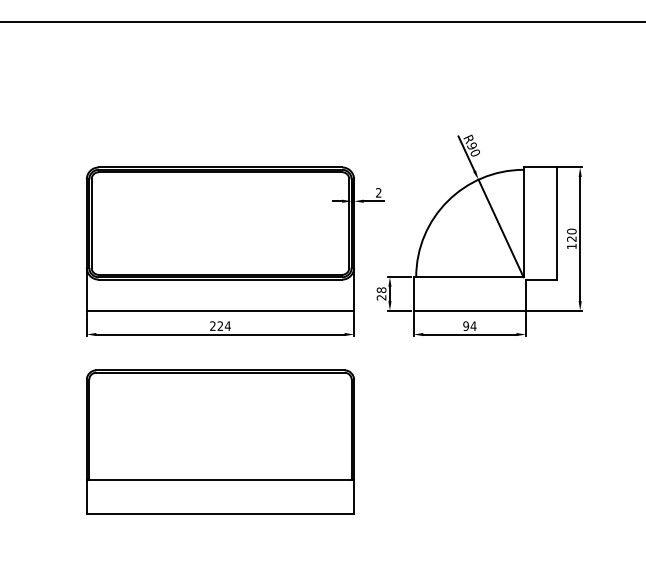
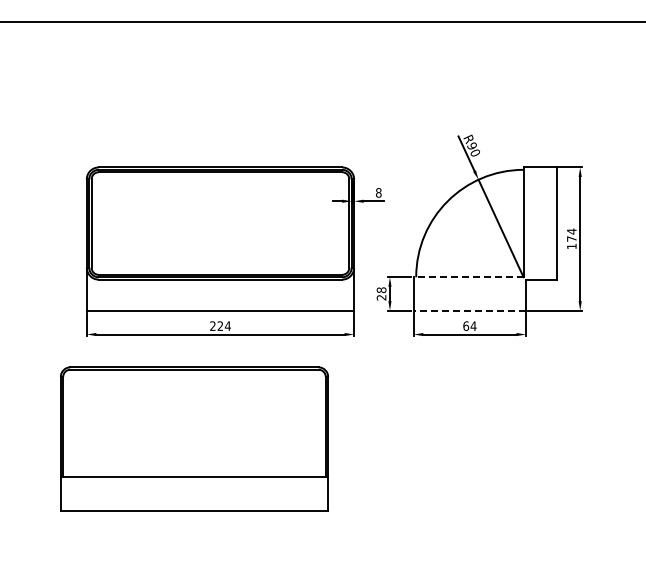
text at (378, 192): 2 -> 8
text at (571, 234): 120 -> 174
line at (468, 277): solid -> dashed
line at (469, 310): solid -> dashed
text at (466, 325): 94 -> 64
part at (220, 441) position: (220, 441) -> (194, 438)
